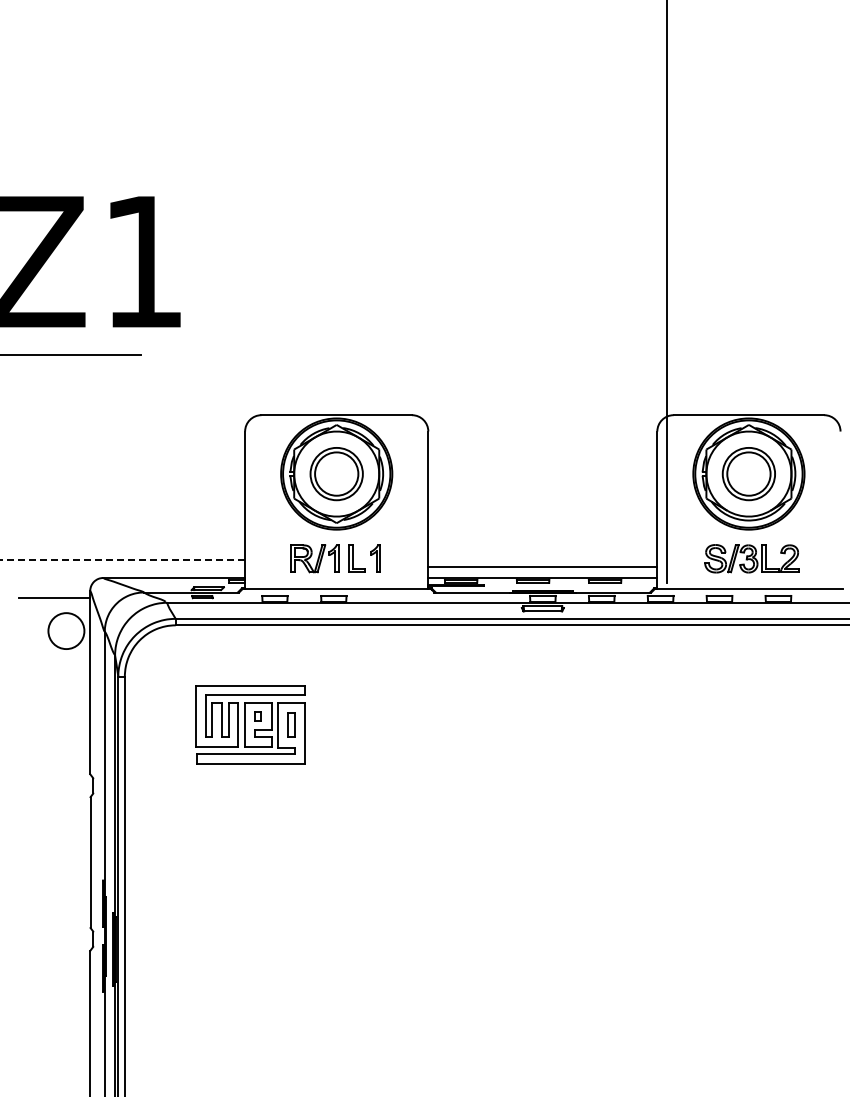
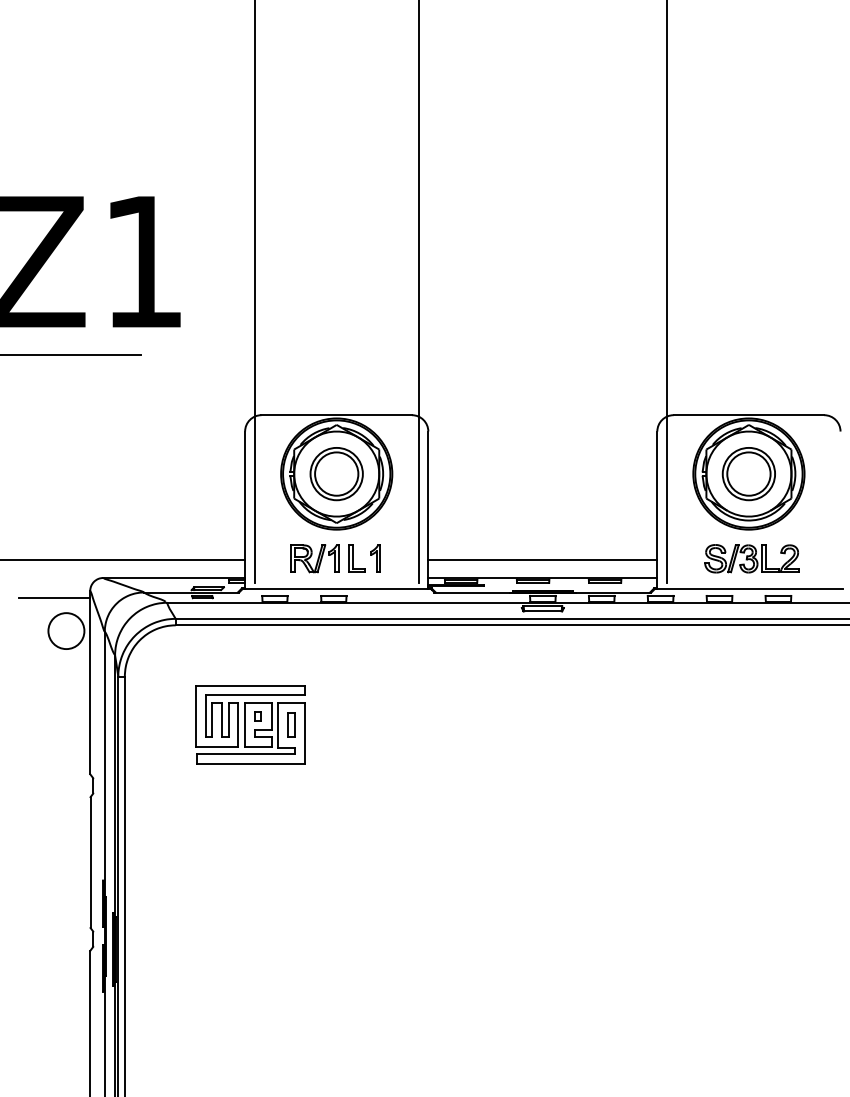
line at (254, 292): none -> present
line at (418, 292): none -> present
line at (122, 559): dashed -> solid
line at (542, 566) position: (542, 566) -> (542, 559)
